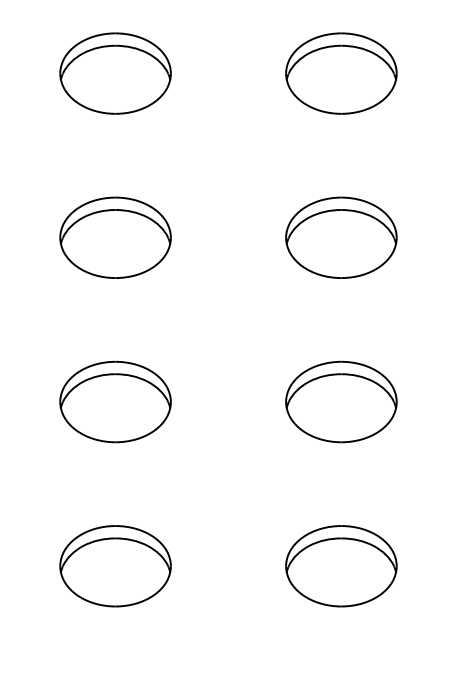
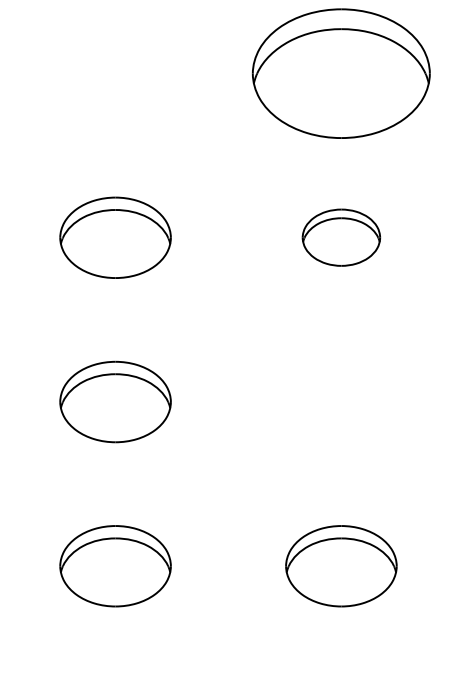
part at (115, 73): present -> none
part at (341, 73) size: 113x83 px -> 179x131 px
part at (341, 237) size: 113x83 px -> 80x59 px
part at (341, 401): present -> none
